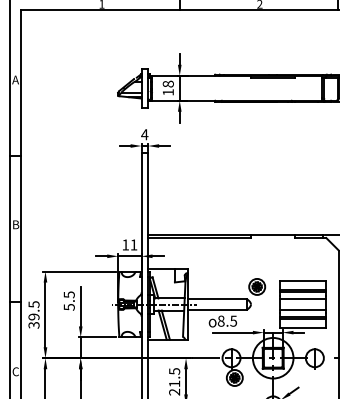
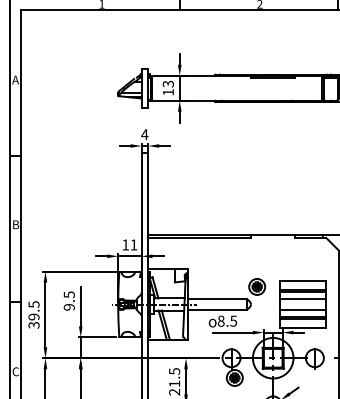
text at (167, 83): 18 -> 13
text at (68, 307): 5.5 -> 9.5
